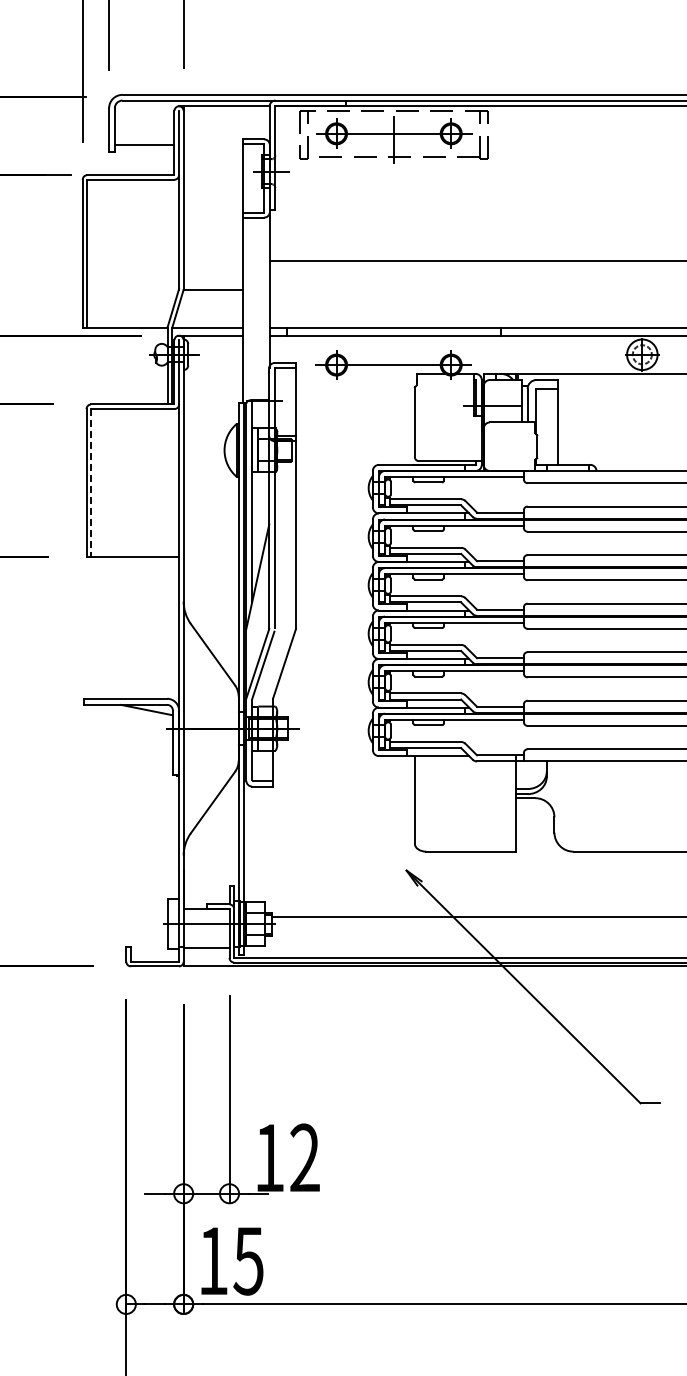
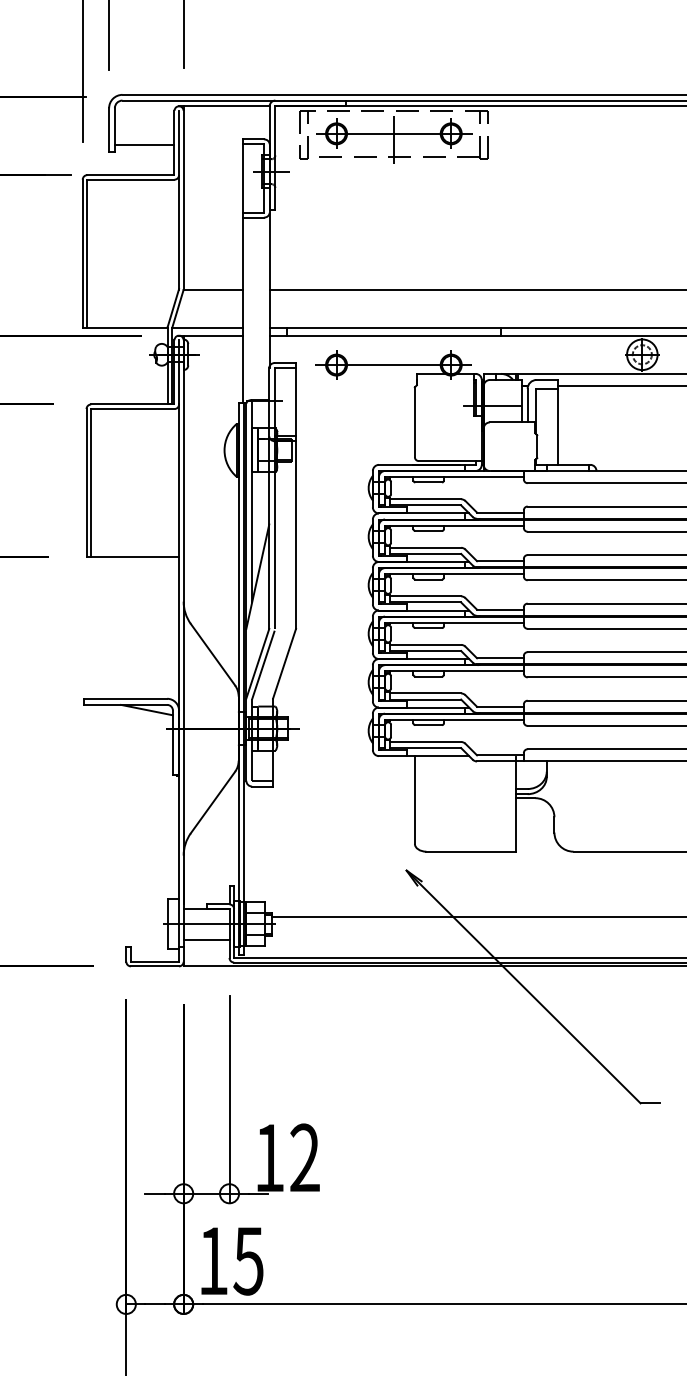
line at (476, 260) position: (476, 260) -> (476, 289)
line at (620, 386): none -> present
line at (91, 483): dashed -> solid
line at (206, 947) position: (206, 947) -> (206, 939)
